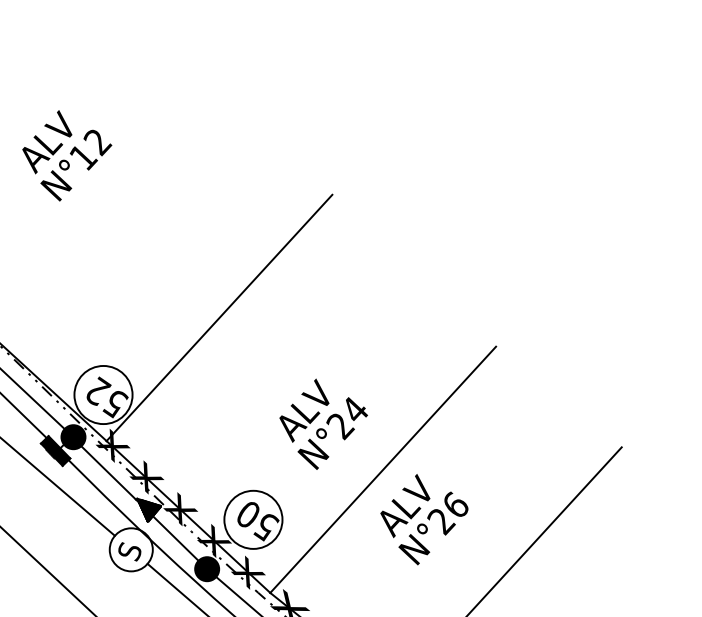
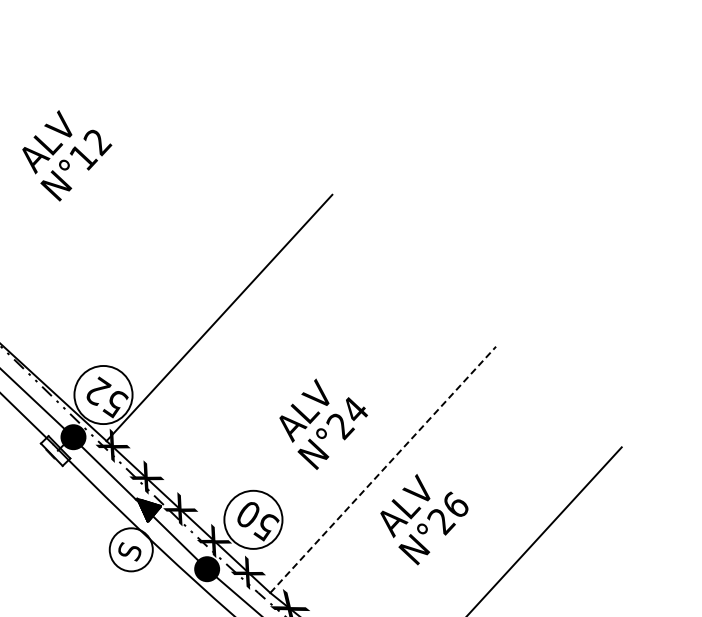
fill at (55, 450): present -> none
line at (383, 469): solid -> dashed
line at (58, 487): present -> none
line at (47, 570): present -> none
line at (176, 588): present -> none
